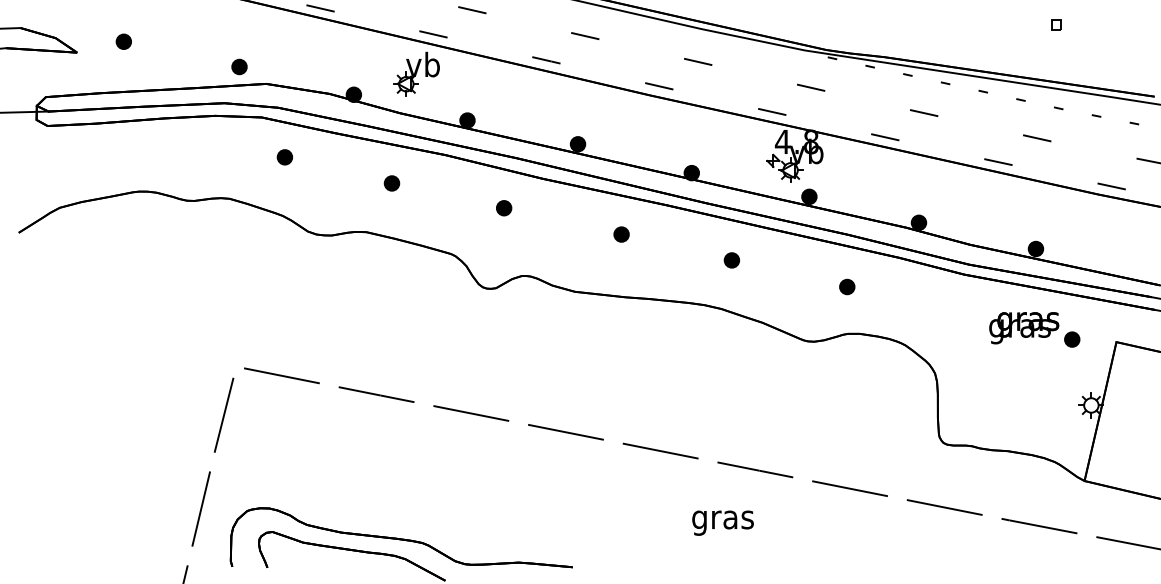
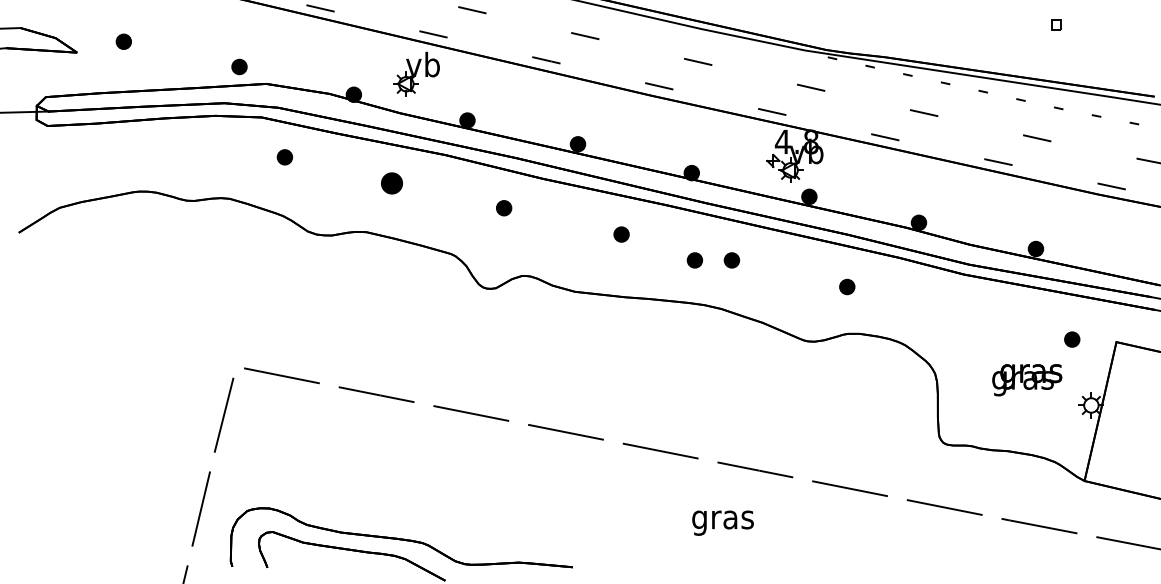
part at (391, 183) size: 18x17 px -> 22x23 px
part at (694, 260): none -> present
text at (1024, 328) position: (1024, 328) -> (1027, 380)
